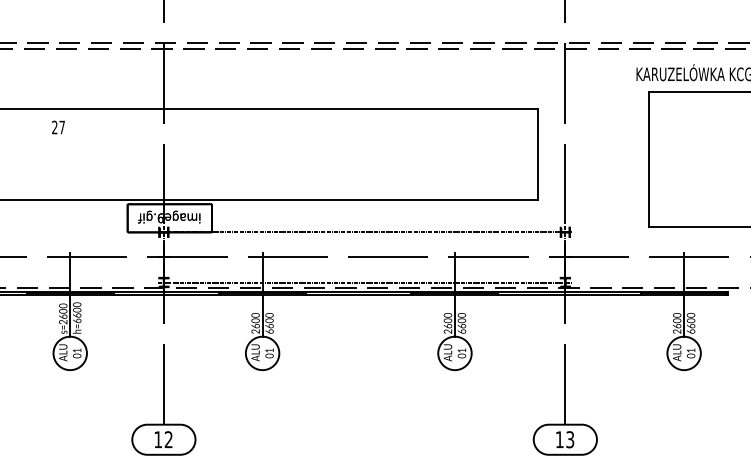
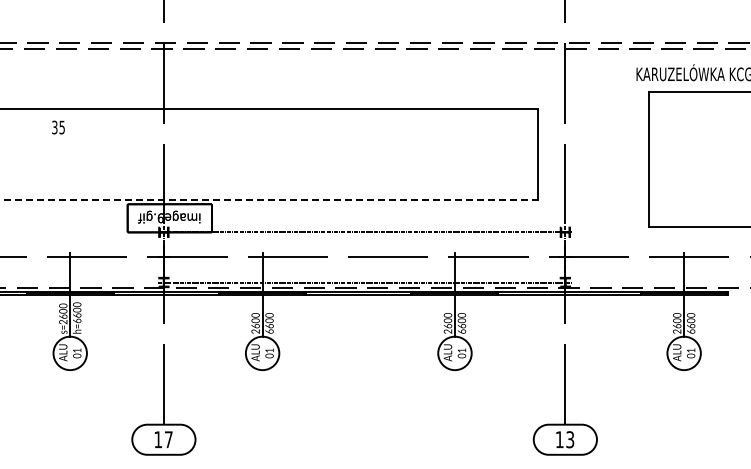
text at (58, 127): 27 -> 35
line at (269, 200): solid -> dashed
text at (168, 439): 12 -> 17
